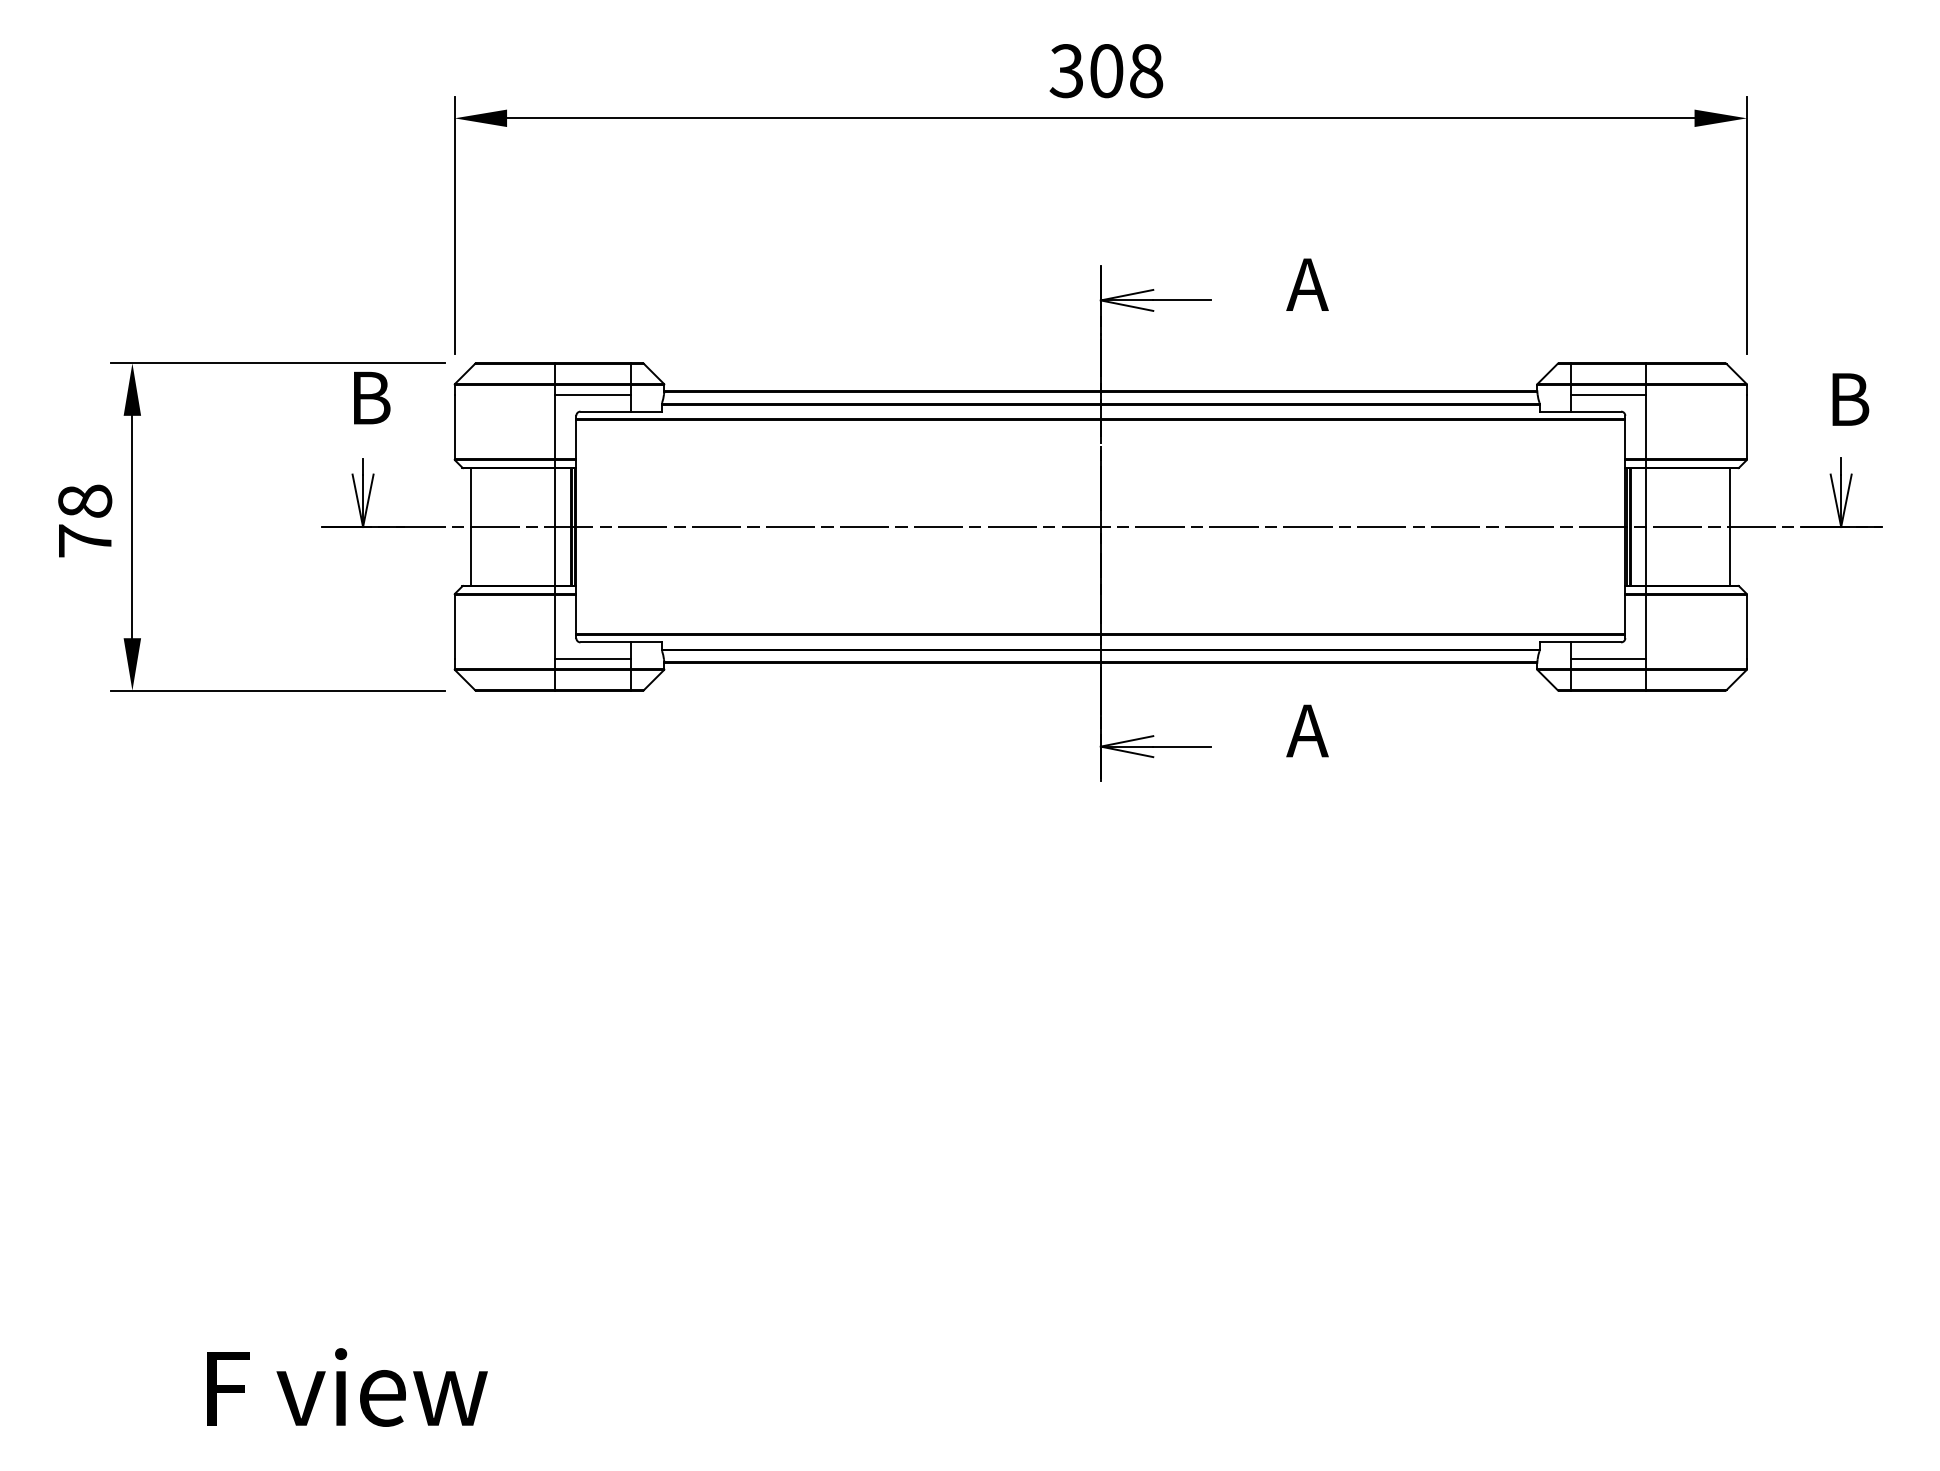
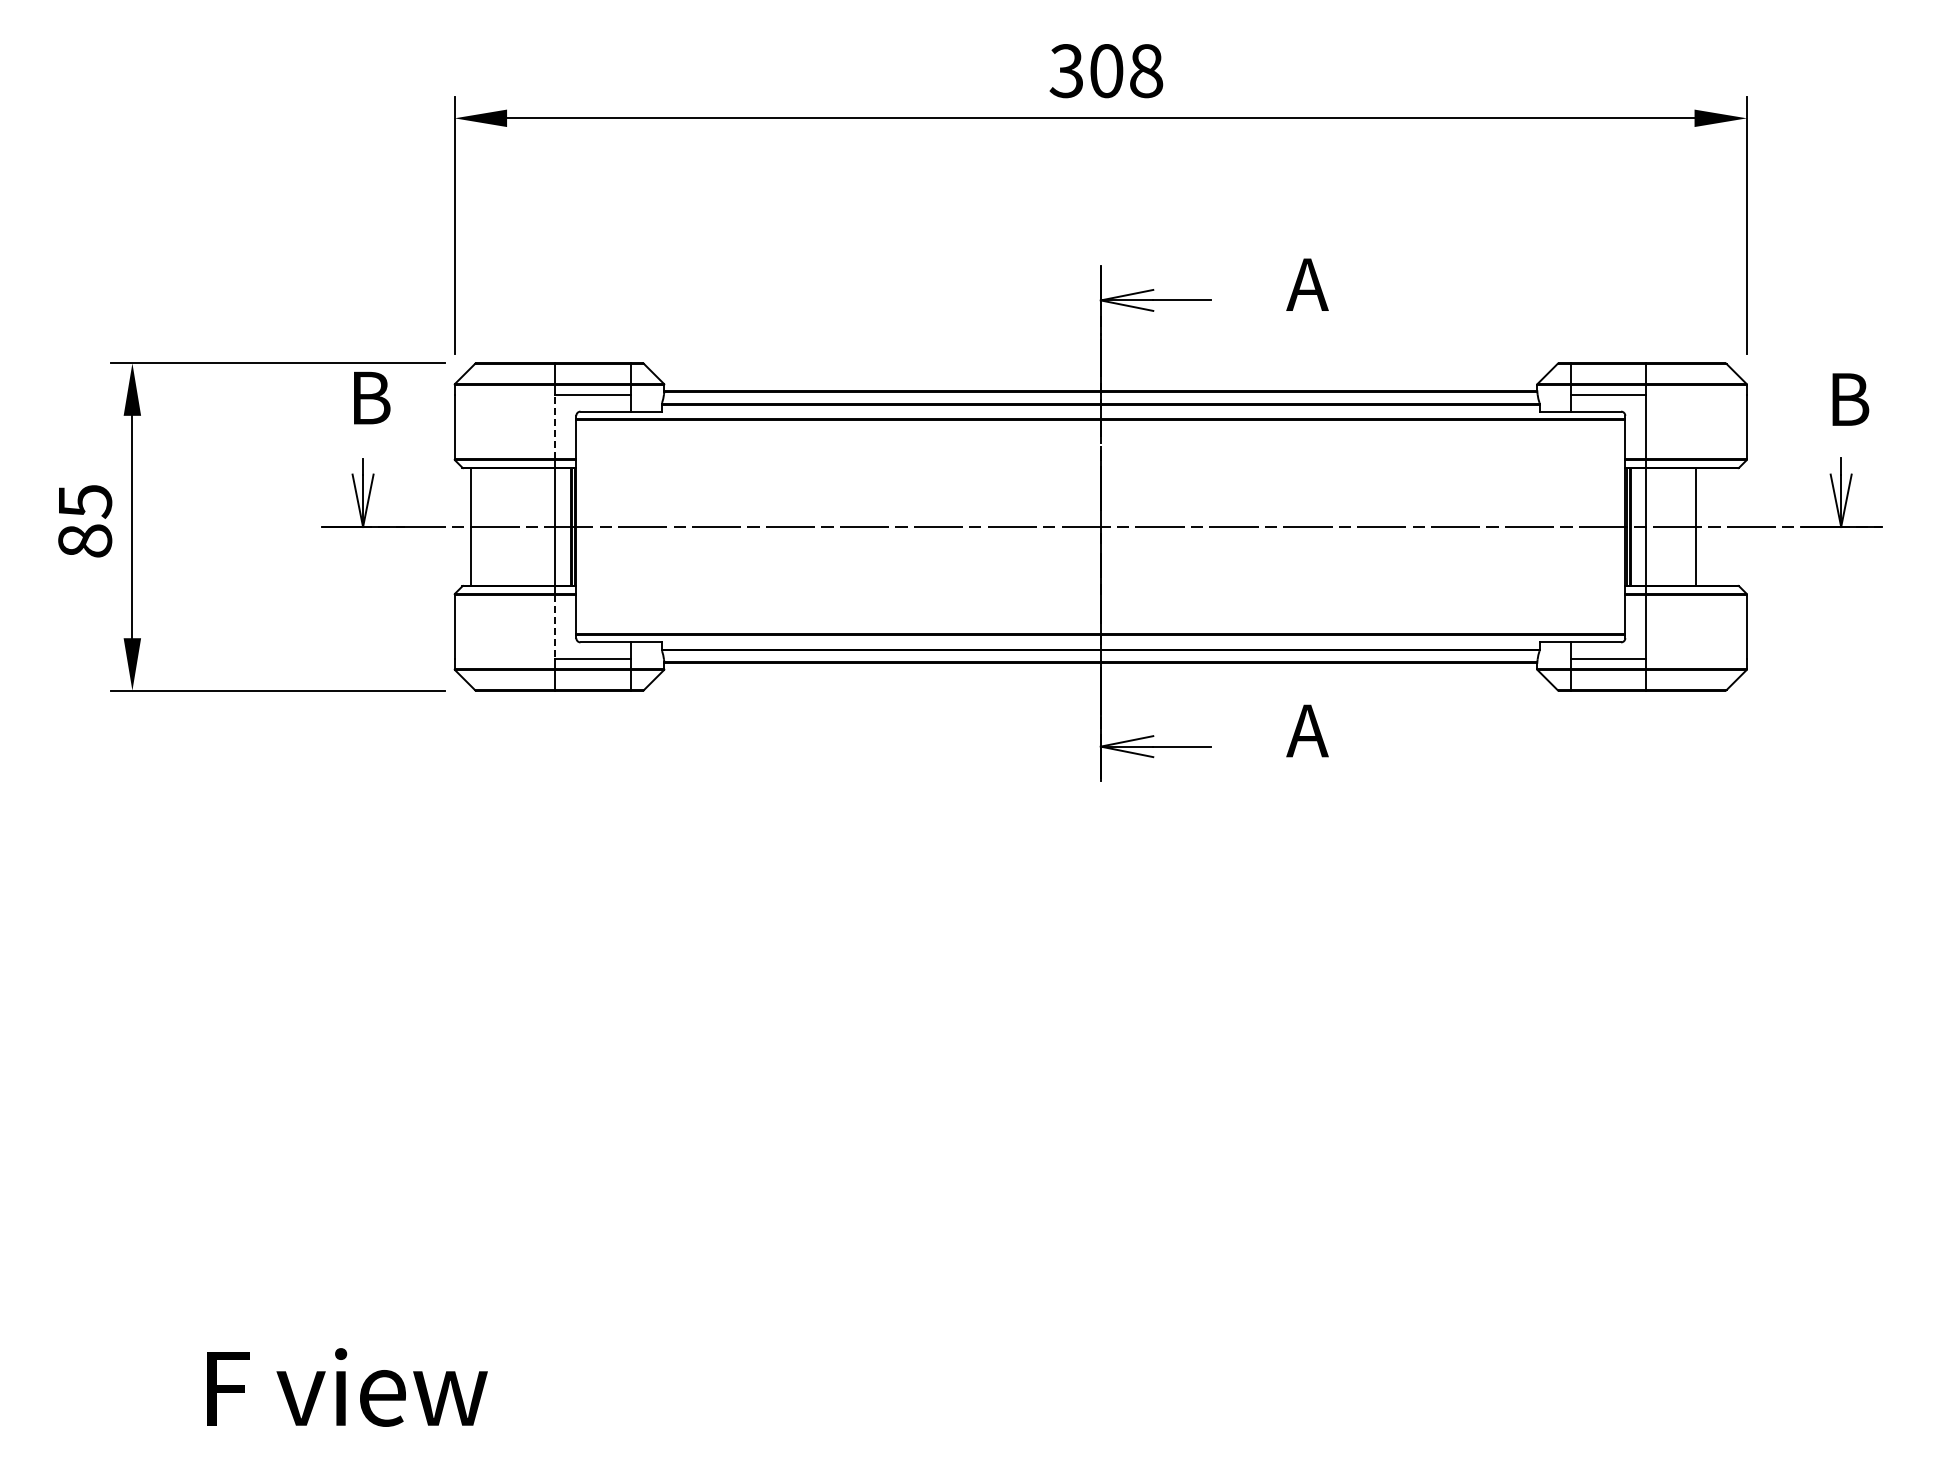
line at (555, 426): solid -> dashed
text at (85, 520): 78 -> 85
line at (1730, 526) position: (1730, 526) -> (1696, 526)
line at (555, 627): solid -> dashed
